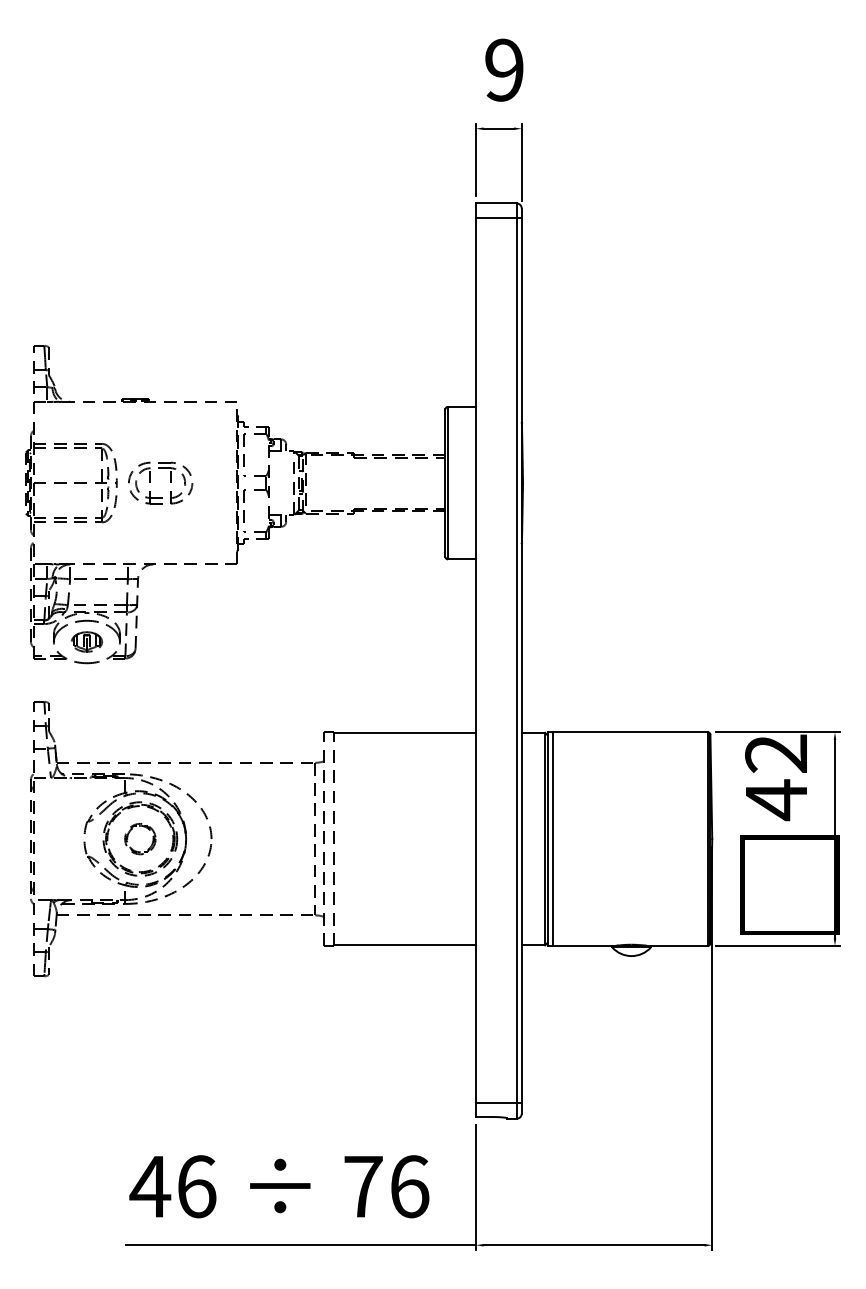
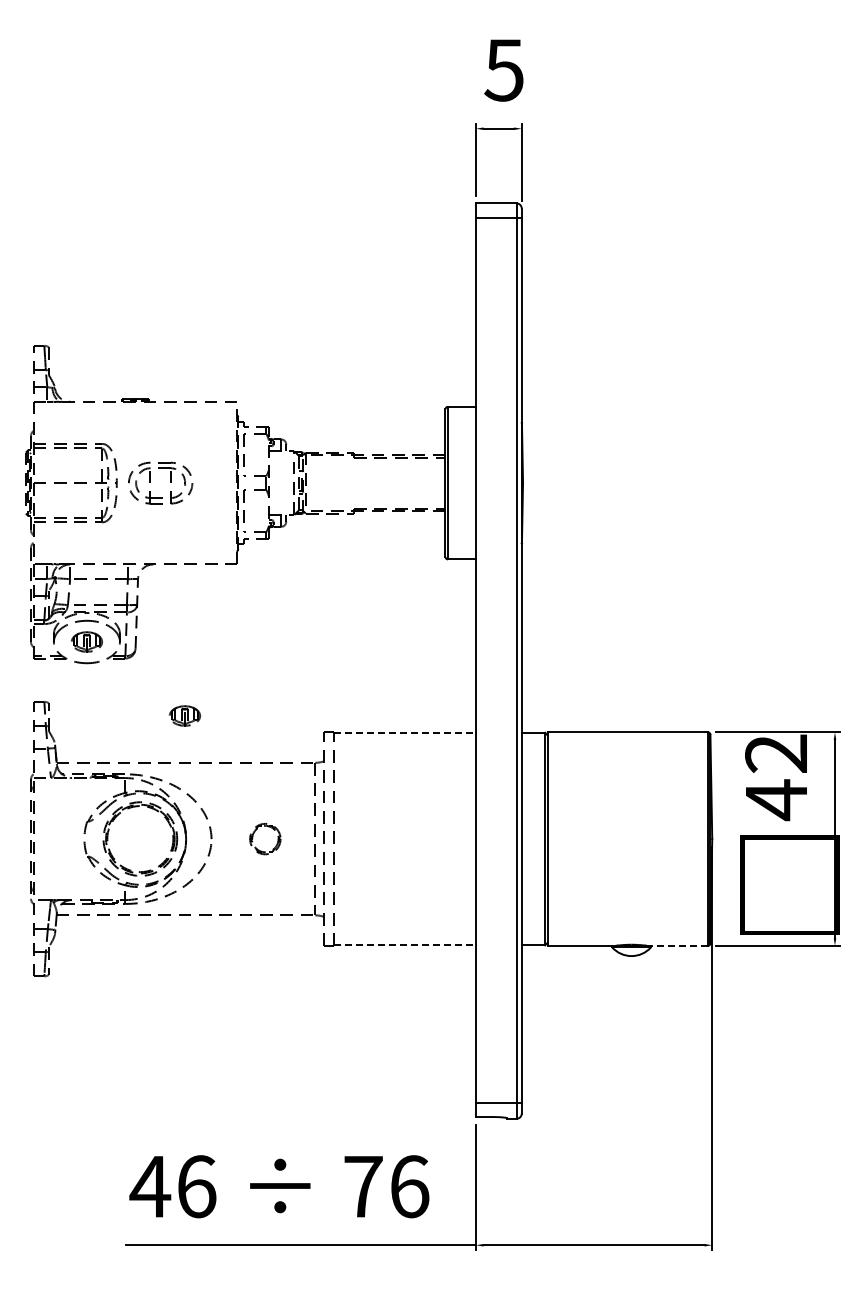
text at (503, 69): 9 -> 5
part at (184, 715): none -> present
line at (405, 732): solid -> dashed
line at (552, 838): present -> none
part at (150, 845) position: (150, 845) -> (275, 845)
line at (405, 945): solid -> dashed
line at (678, 945): solid -> dashed
